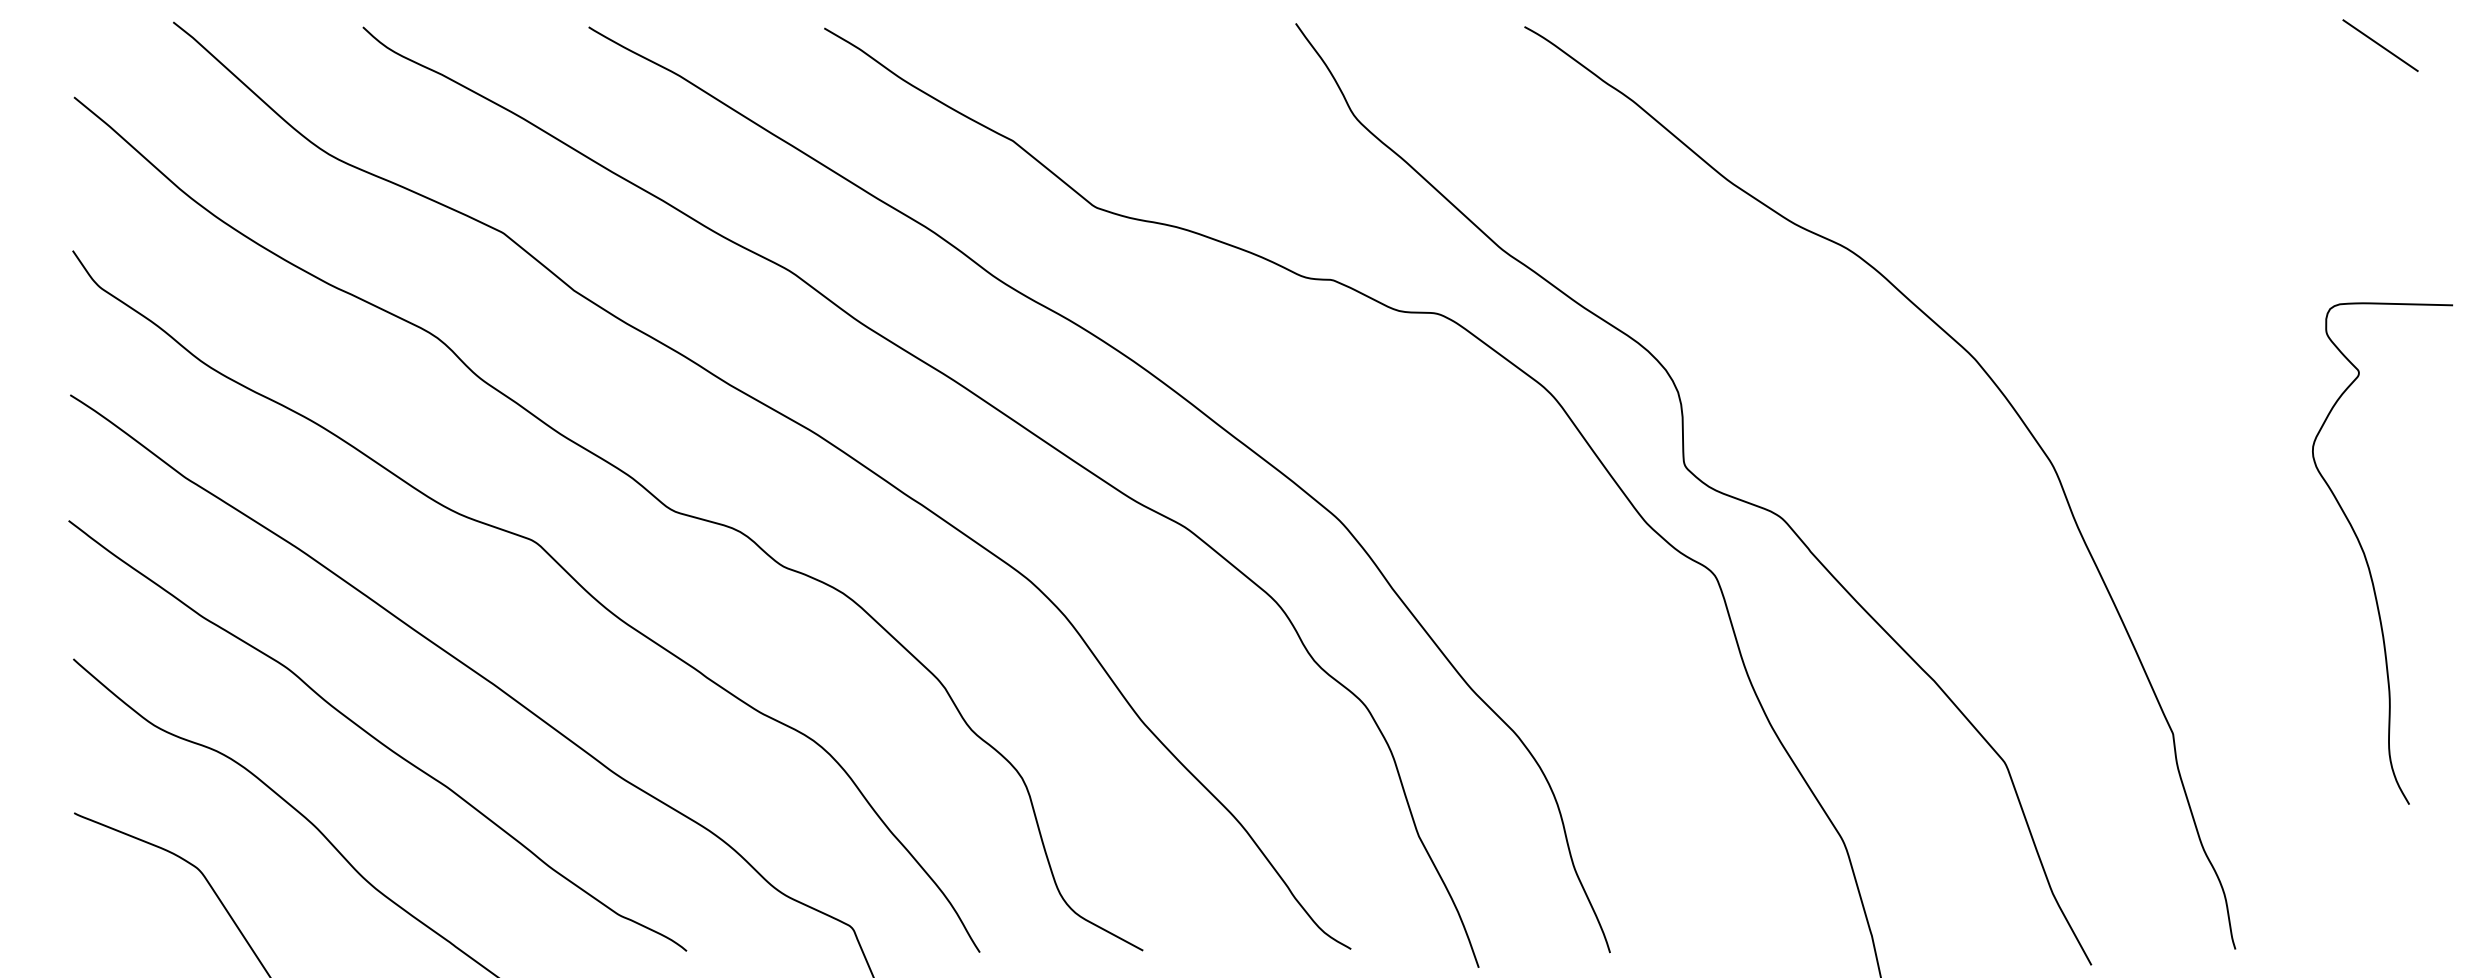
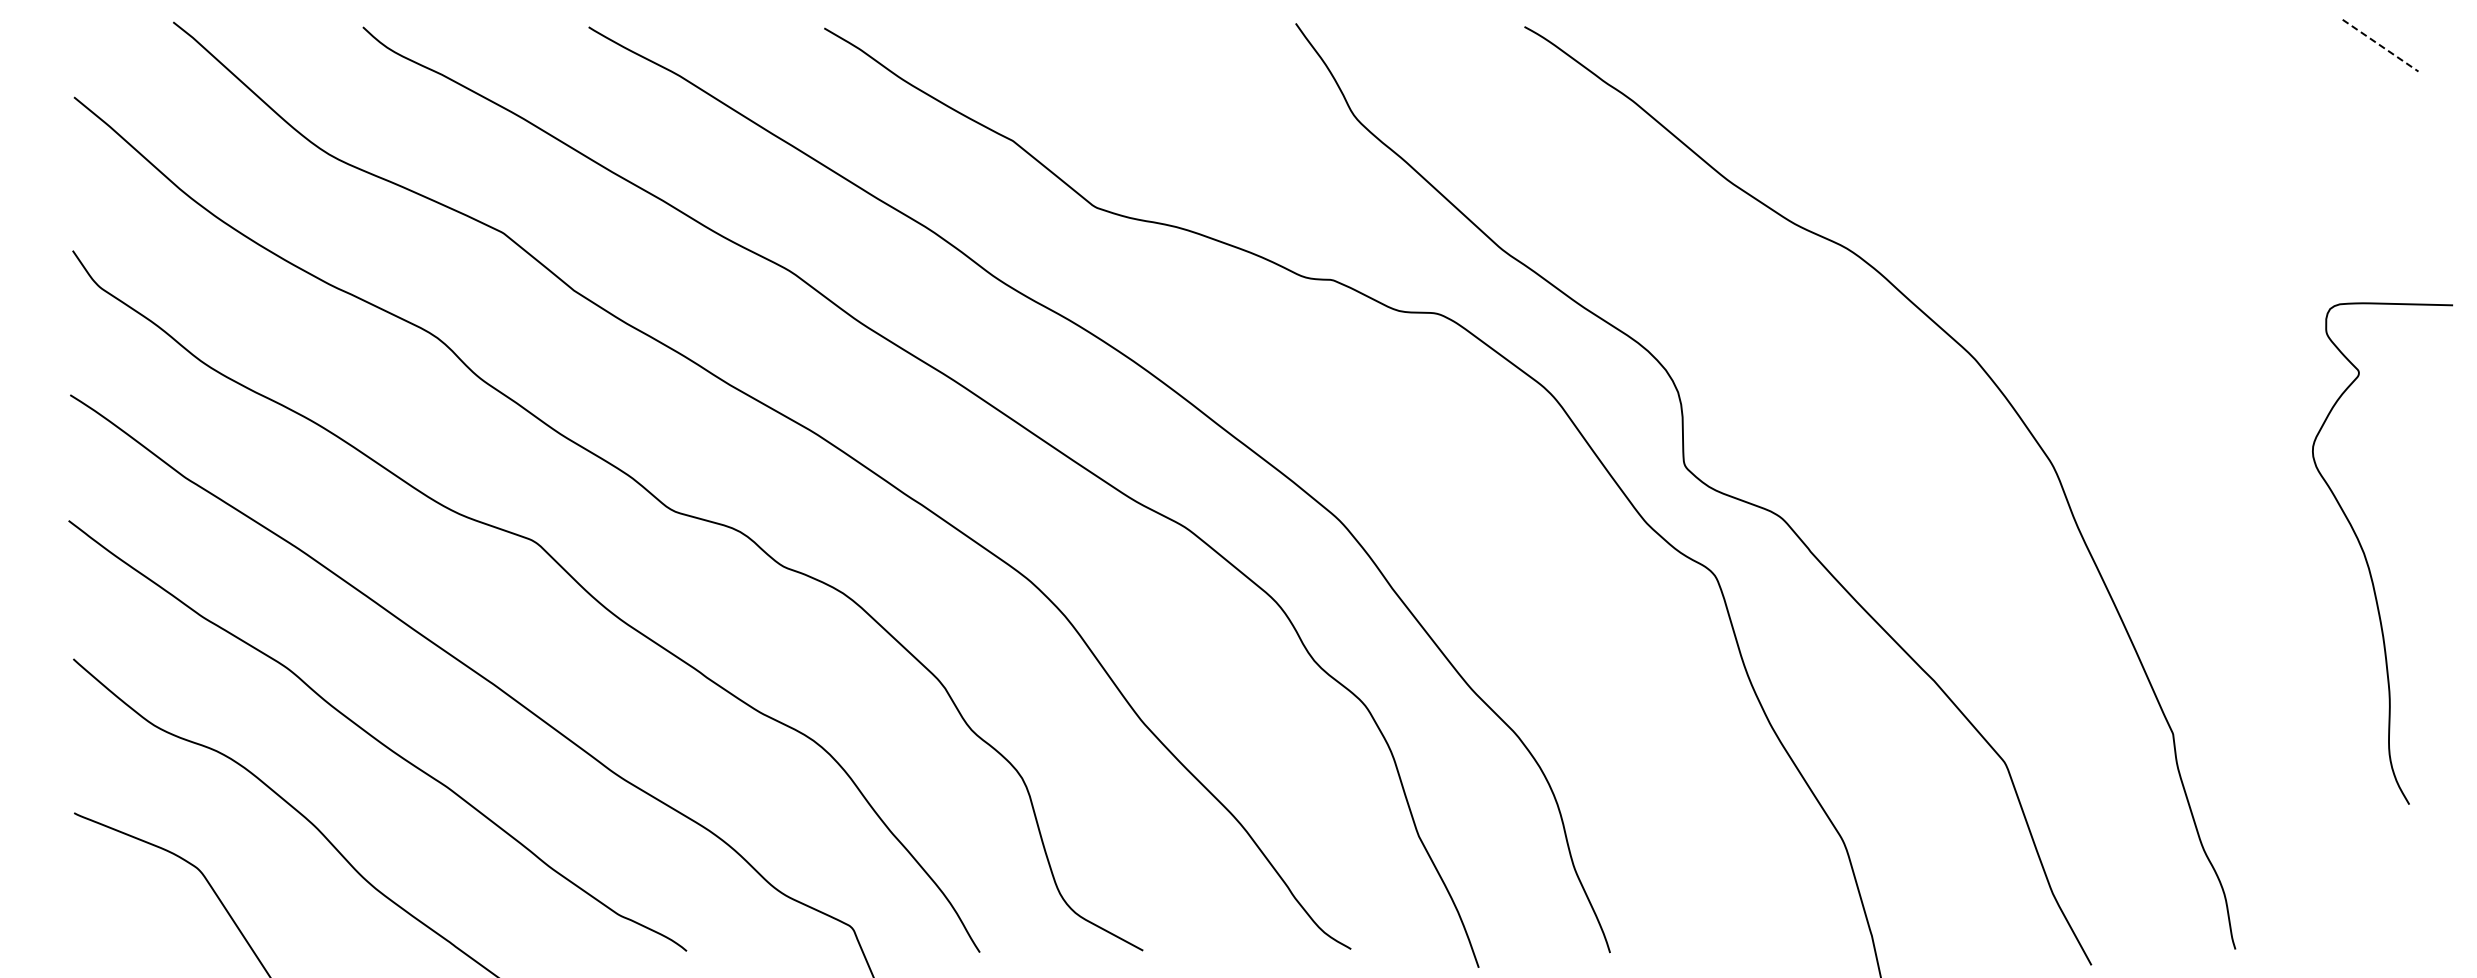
line at (2380, 45): solid -> dashed
